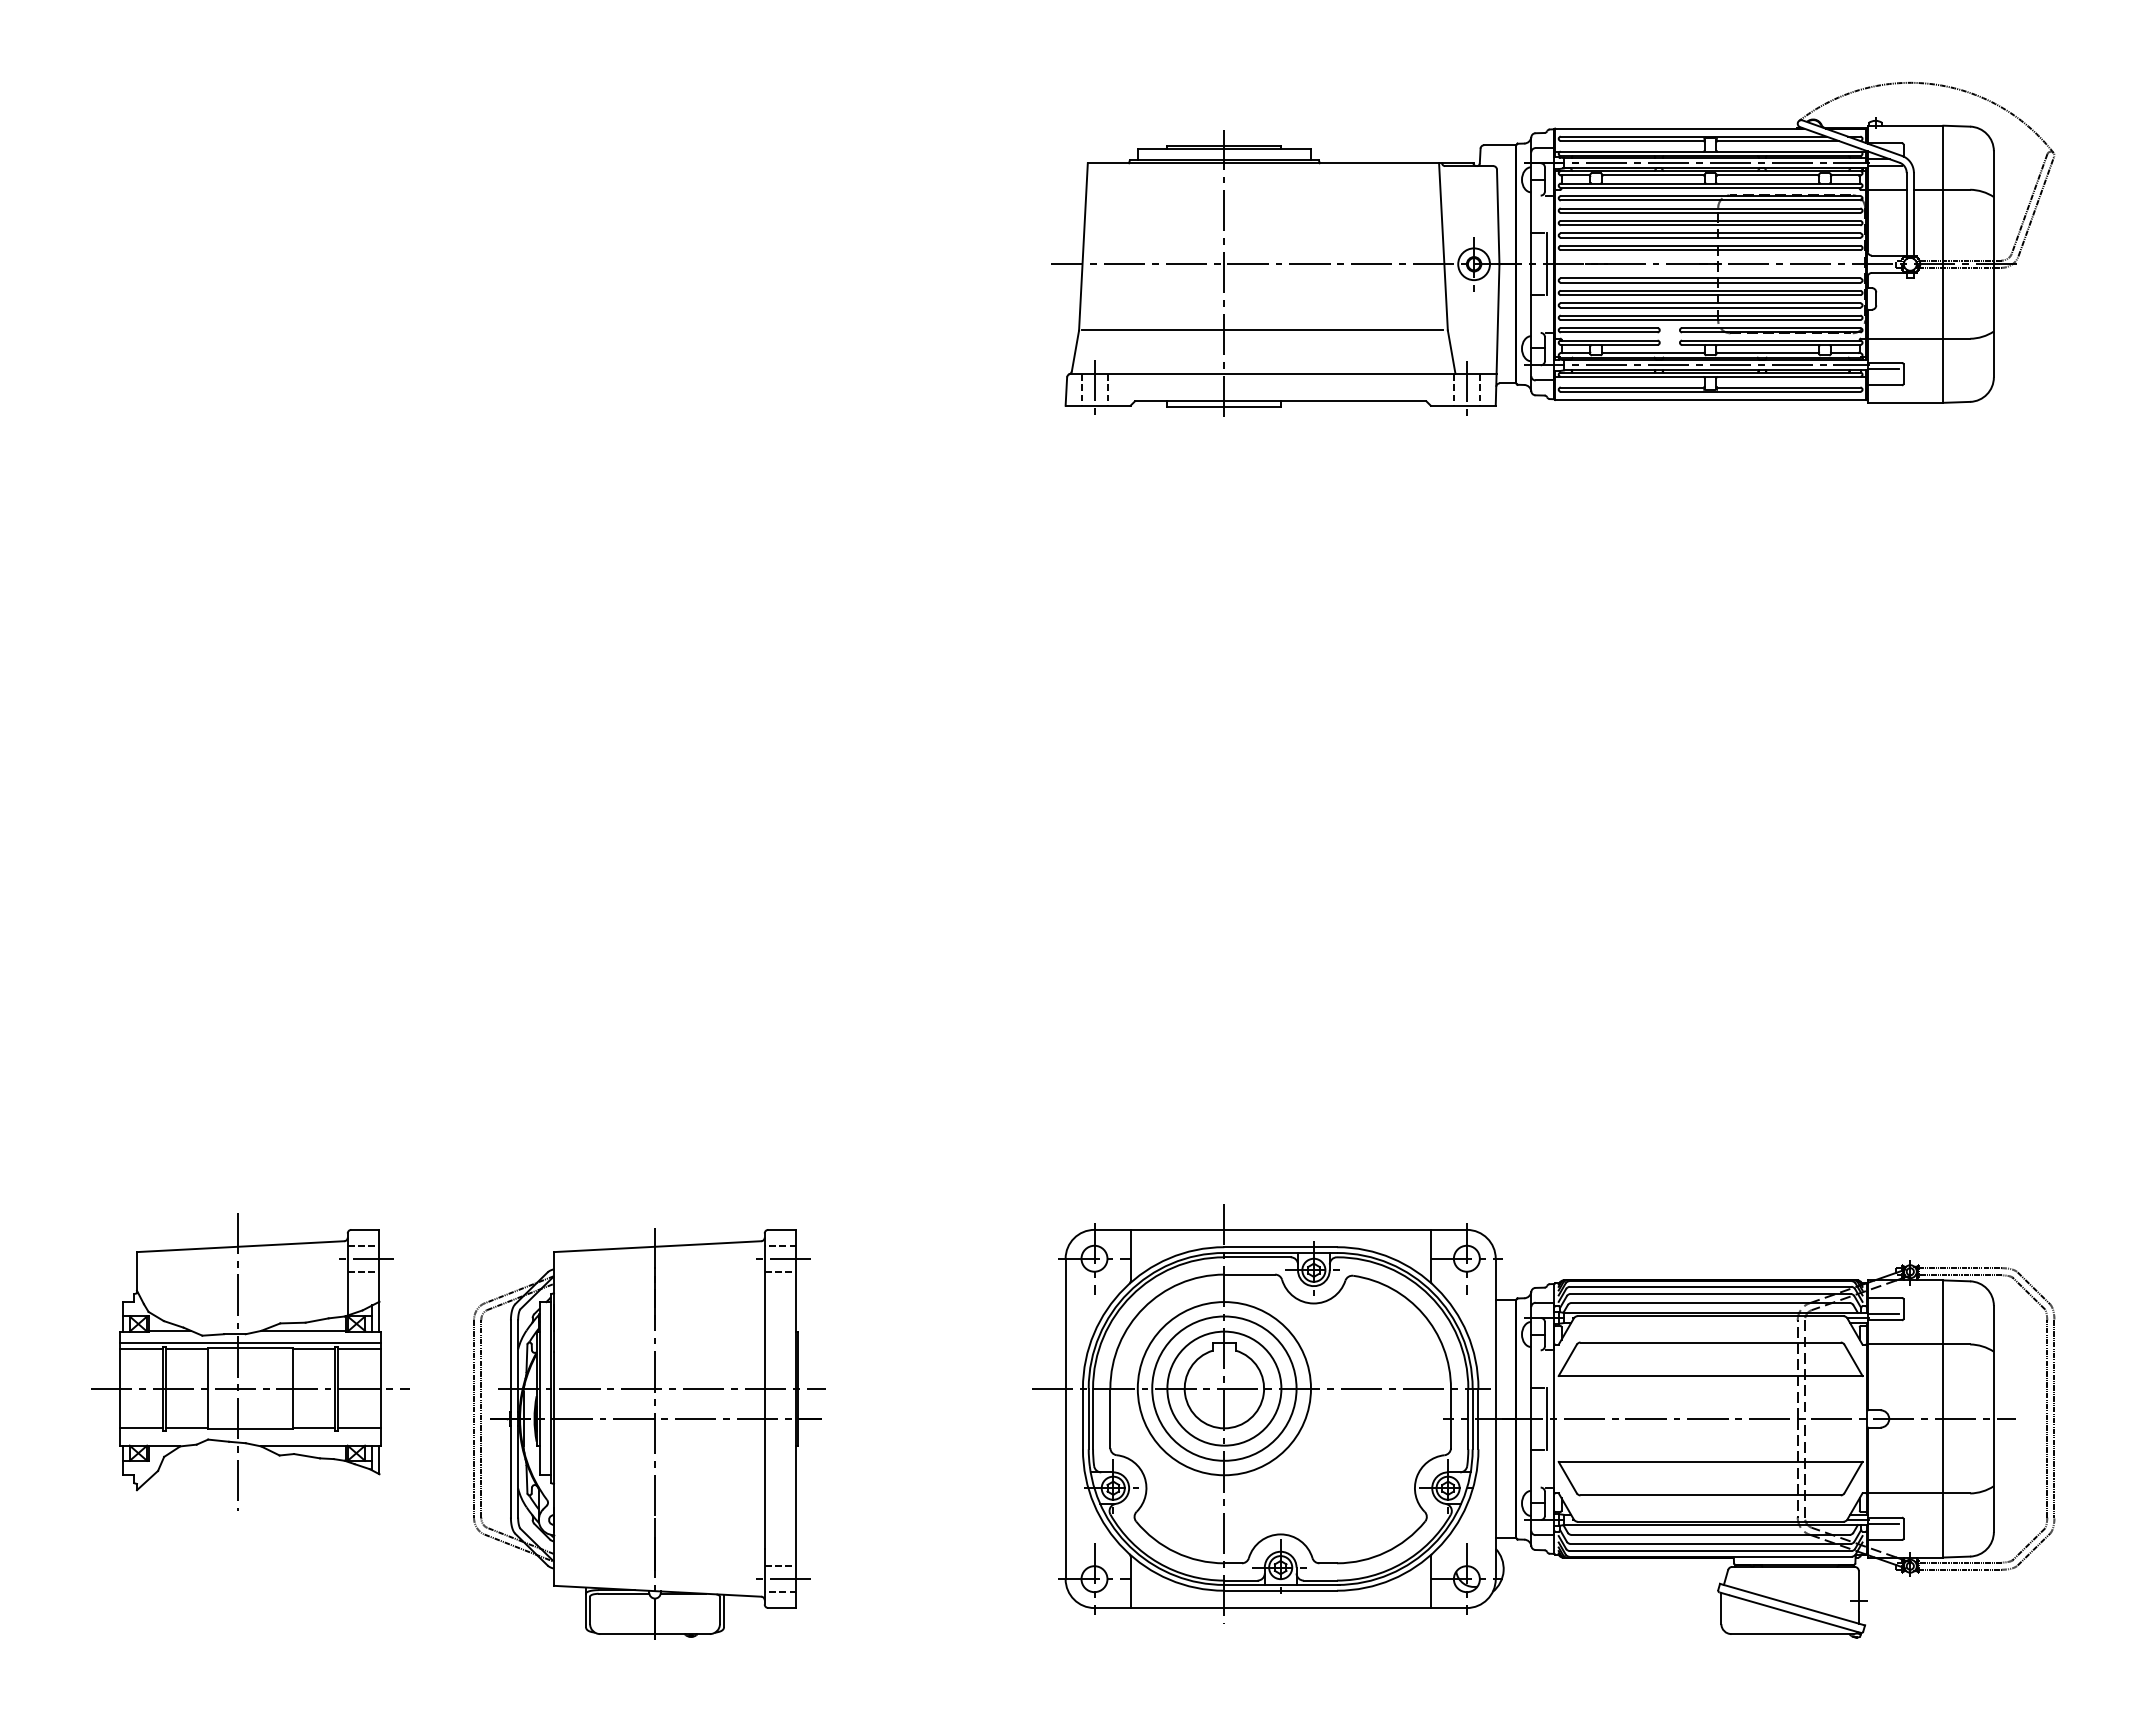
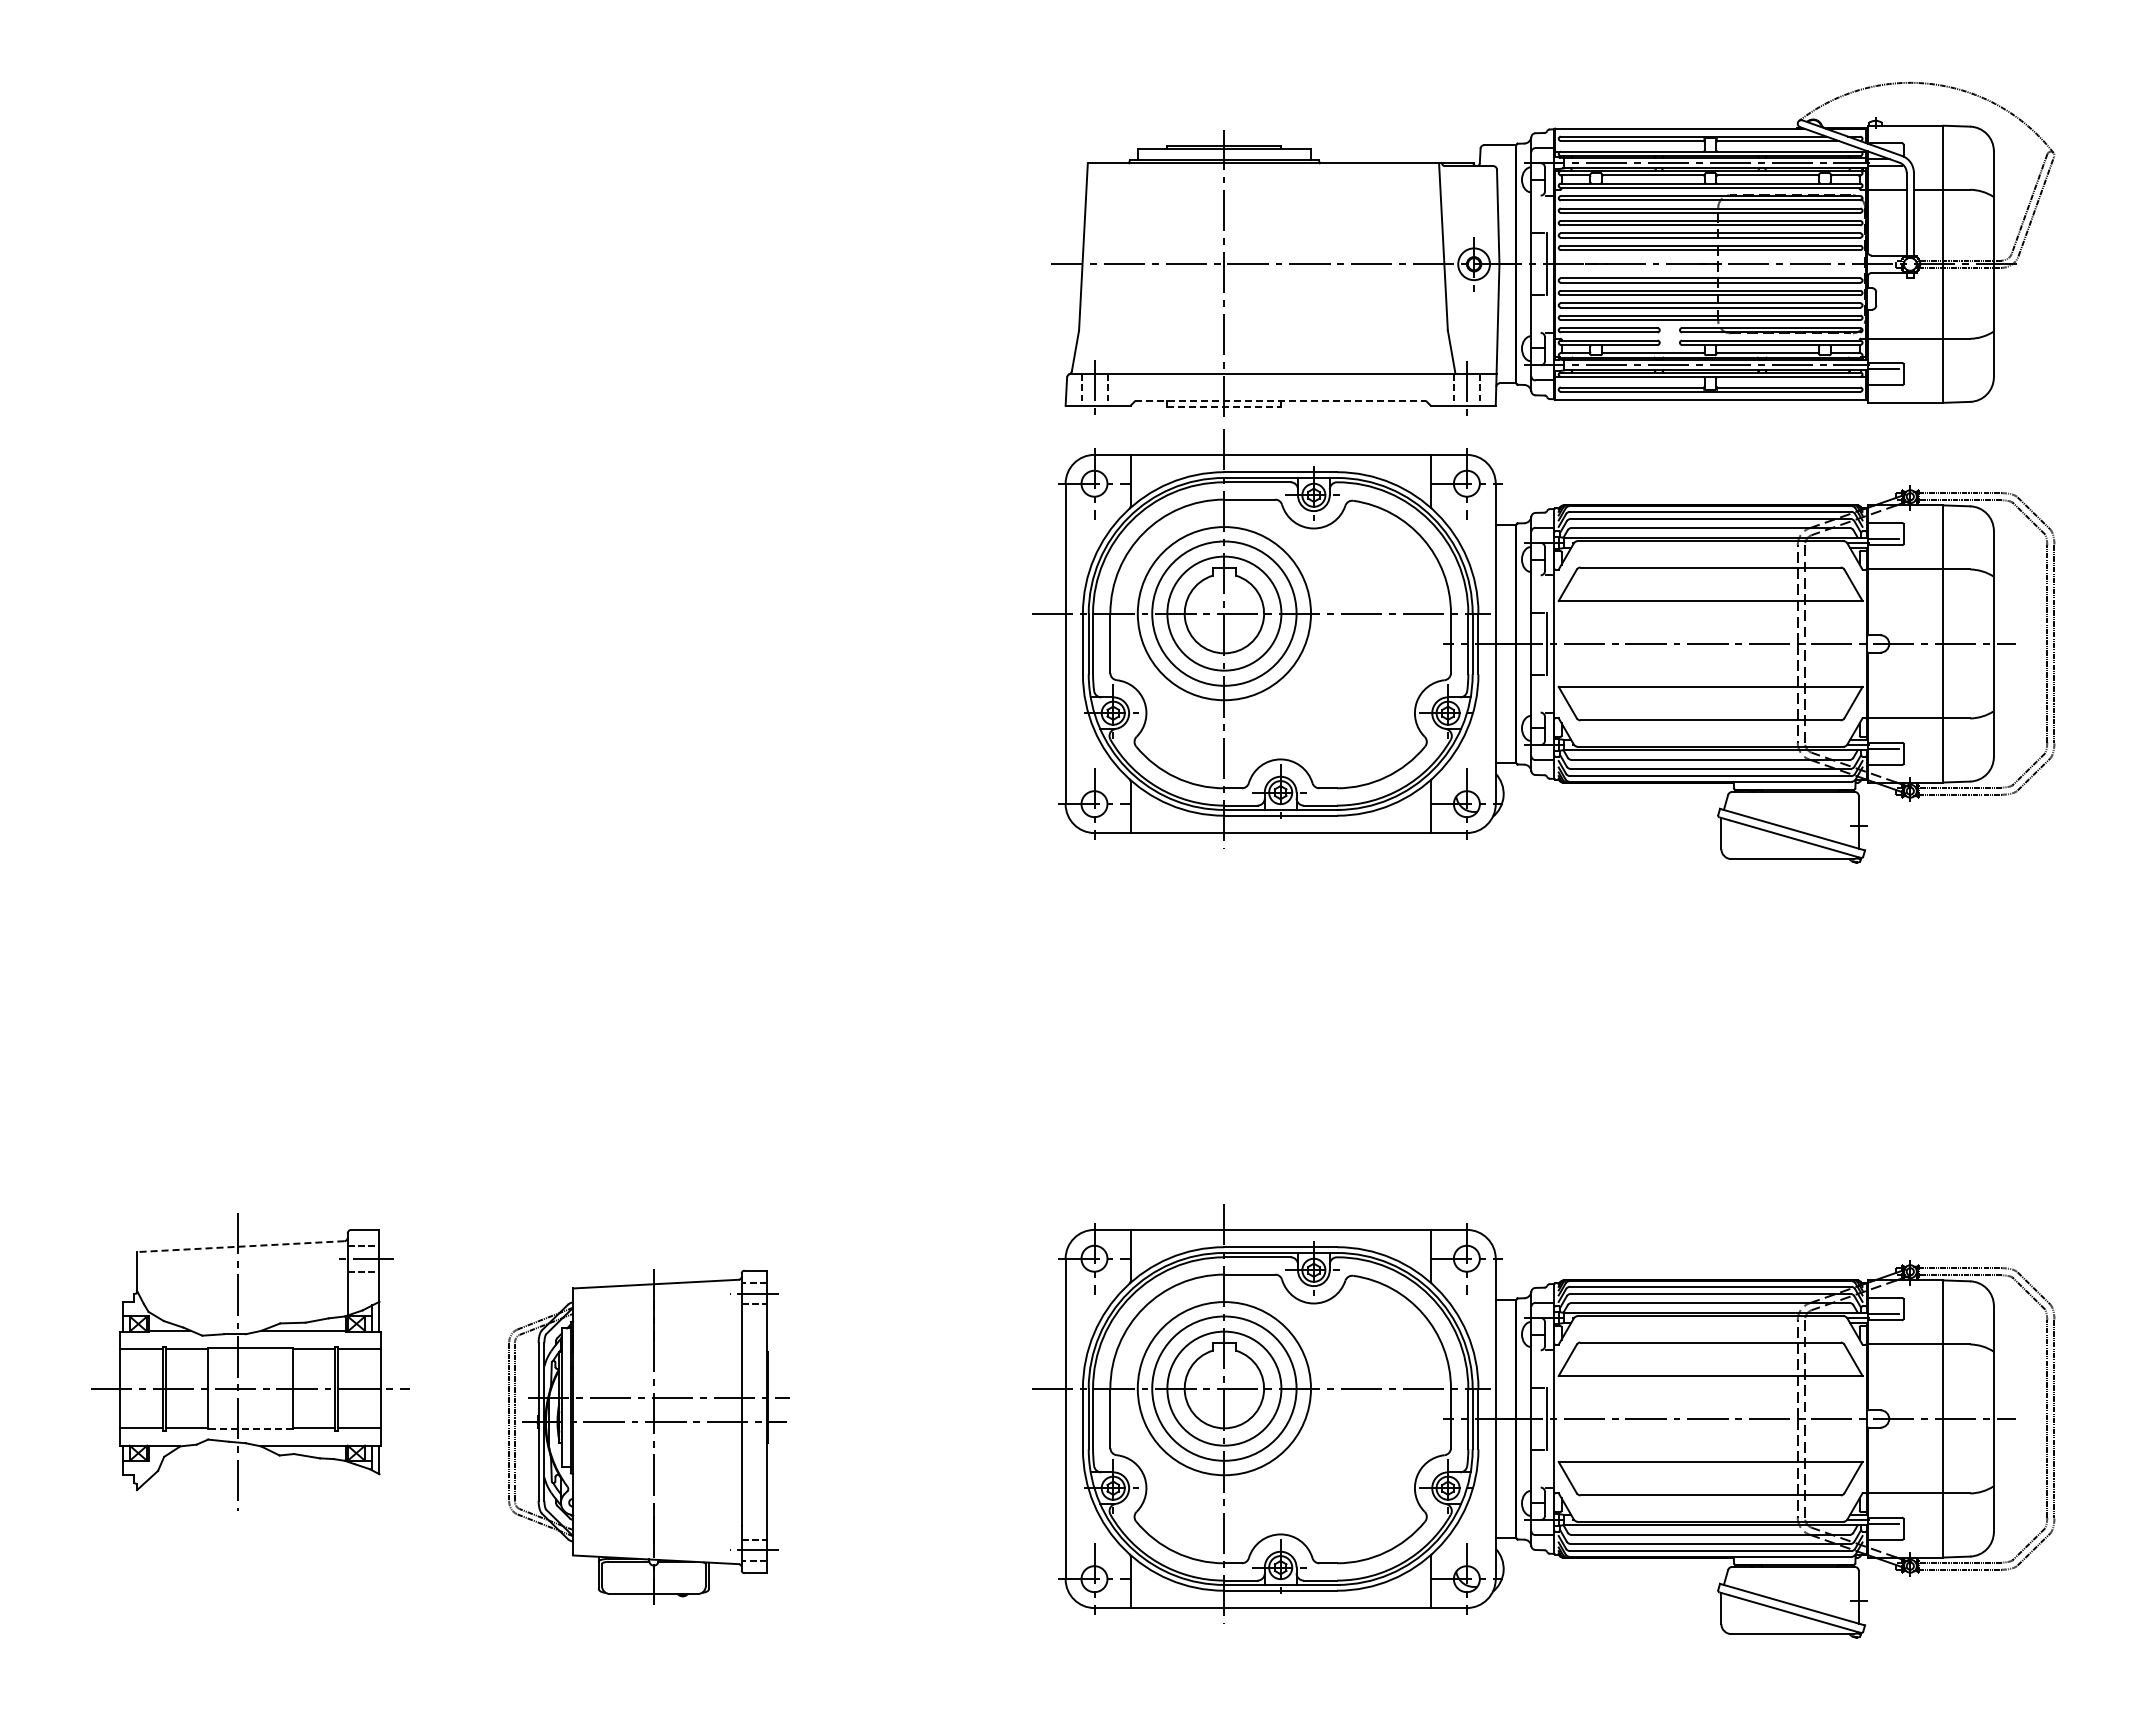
line at (1262, 330): present -> none
line at (1280, 401): solid -> dashed
line at (1224, 407): solid -> dashed
part at (1543, 646): none -> present
line at (240, 1246): solid -> dashed
line at (249, 1342): present -> none
line at (250, 1429): solid -> dashed
part at (649, 1433) size: 353x412 px -> 282x336 px
